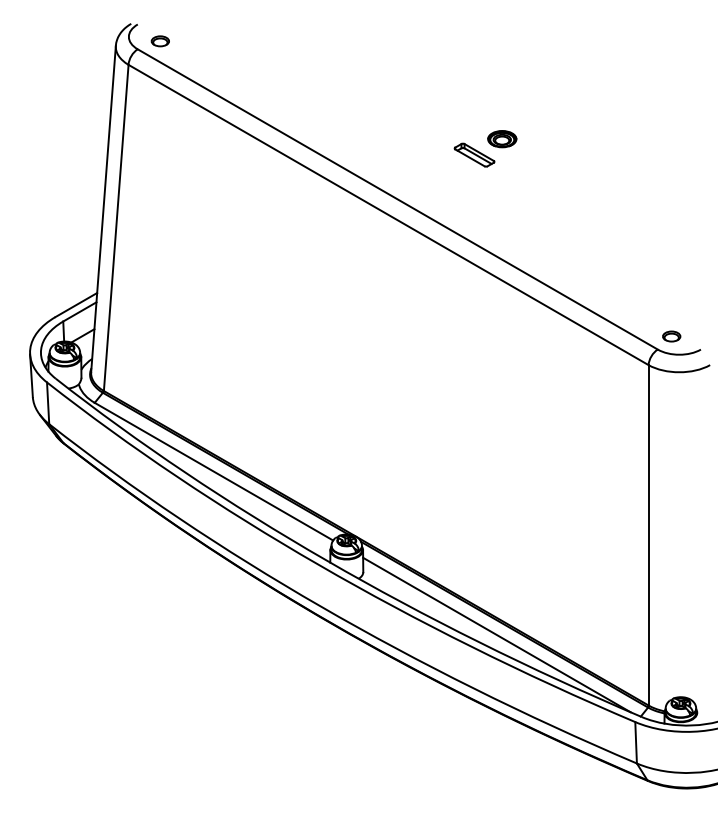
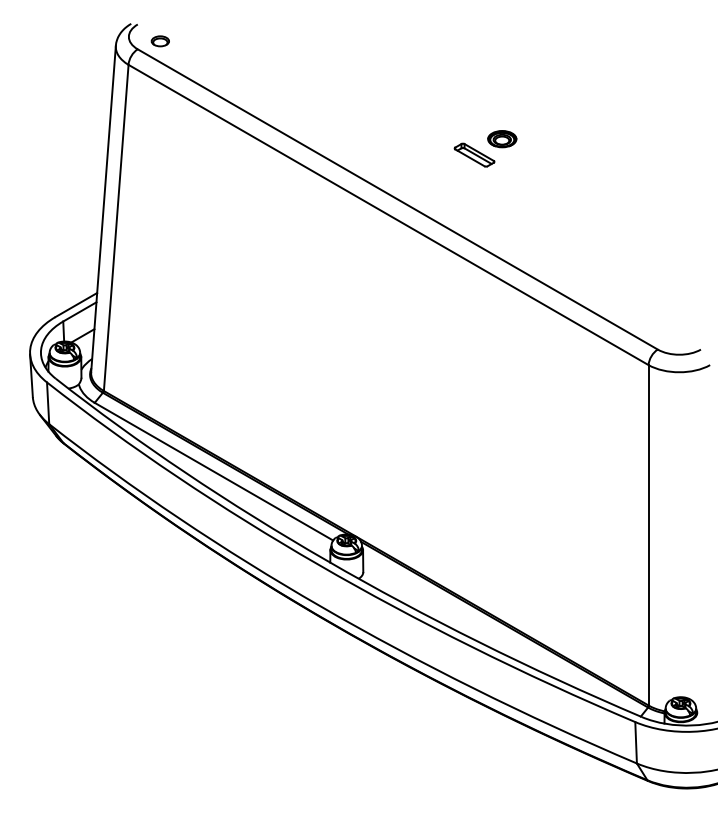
part at (671, 336): present -> none
line at (496, 634): present -> none
